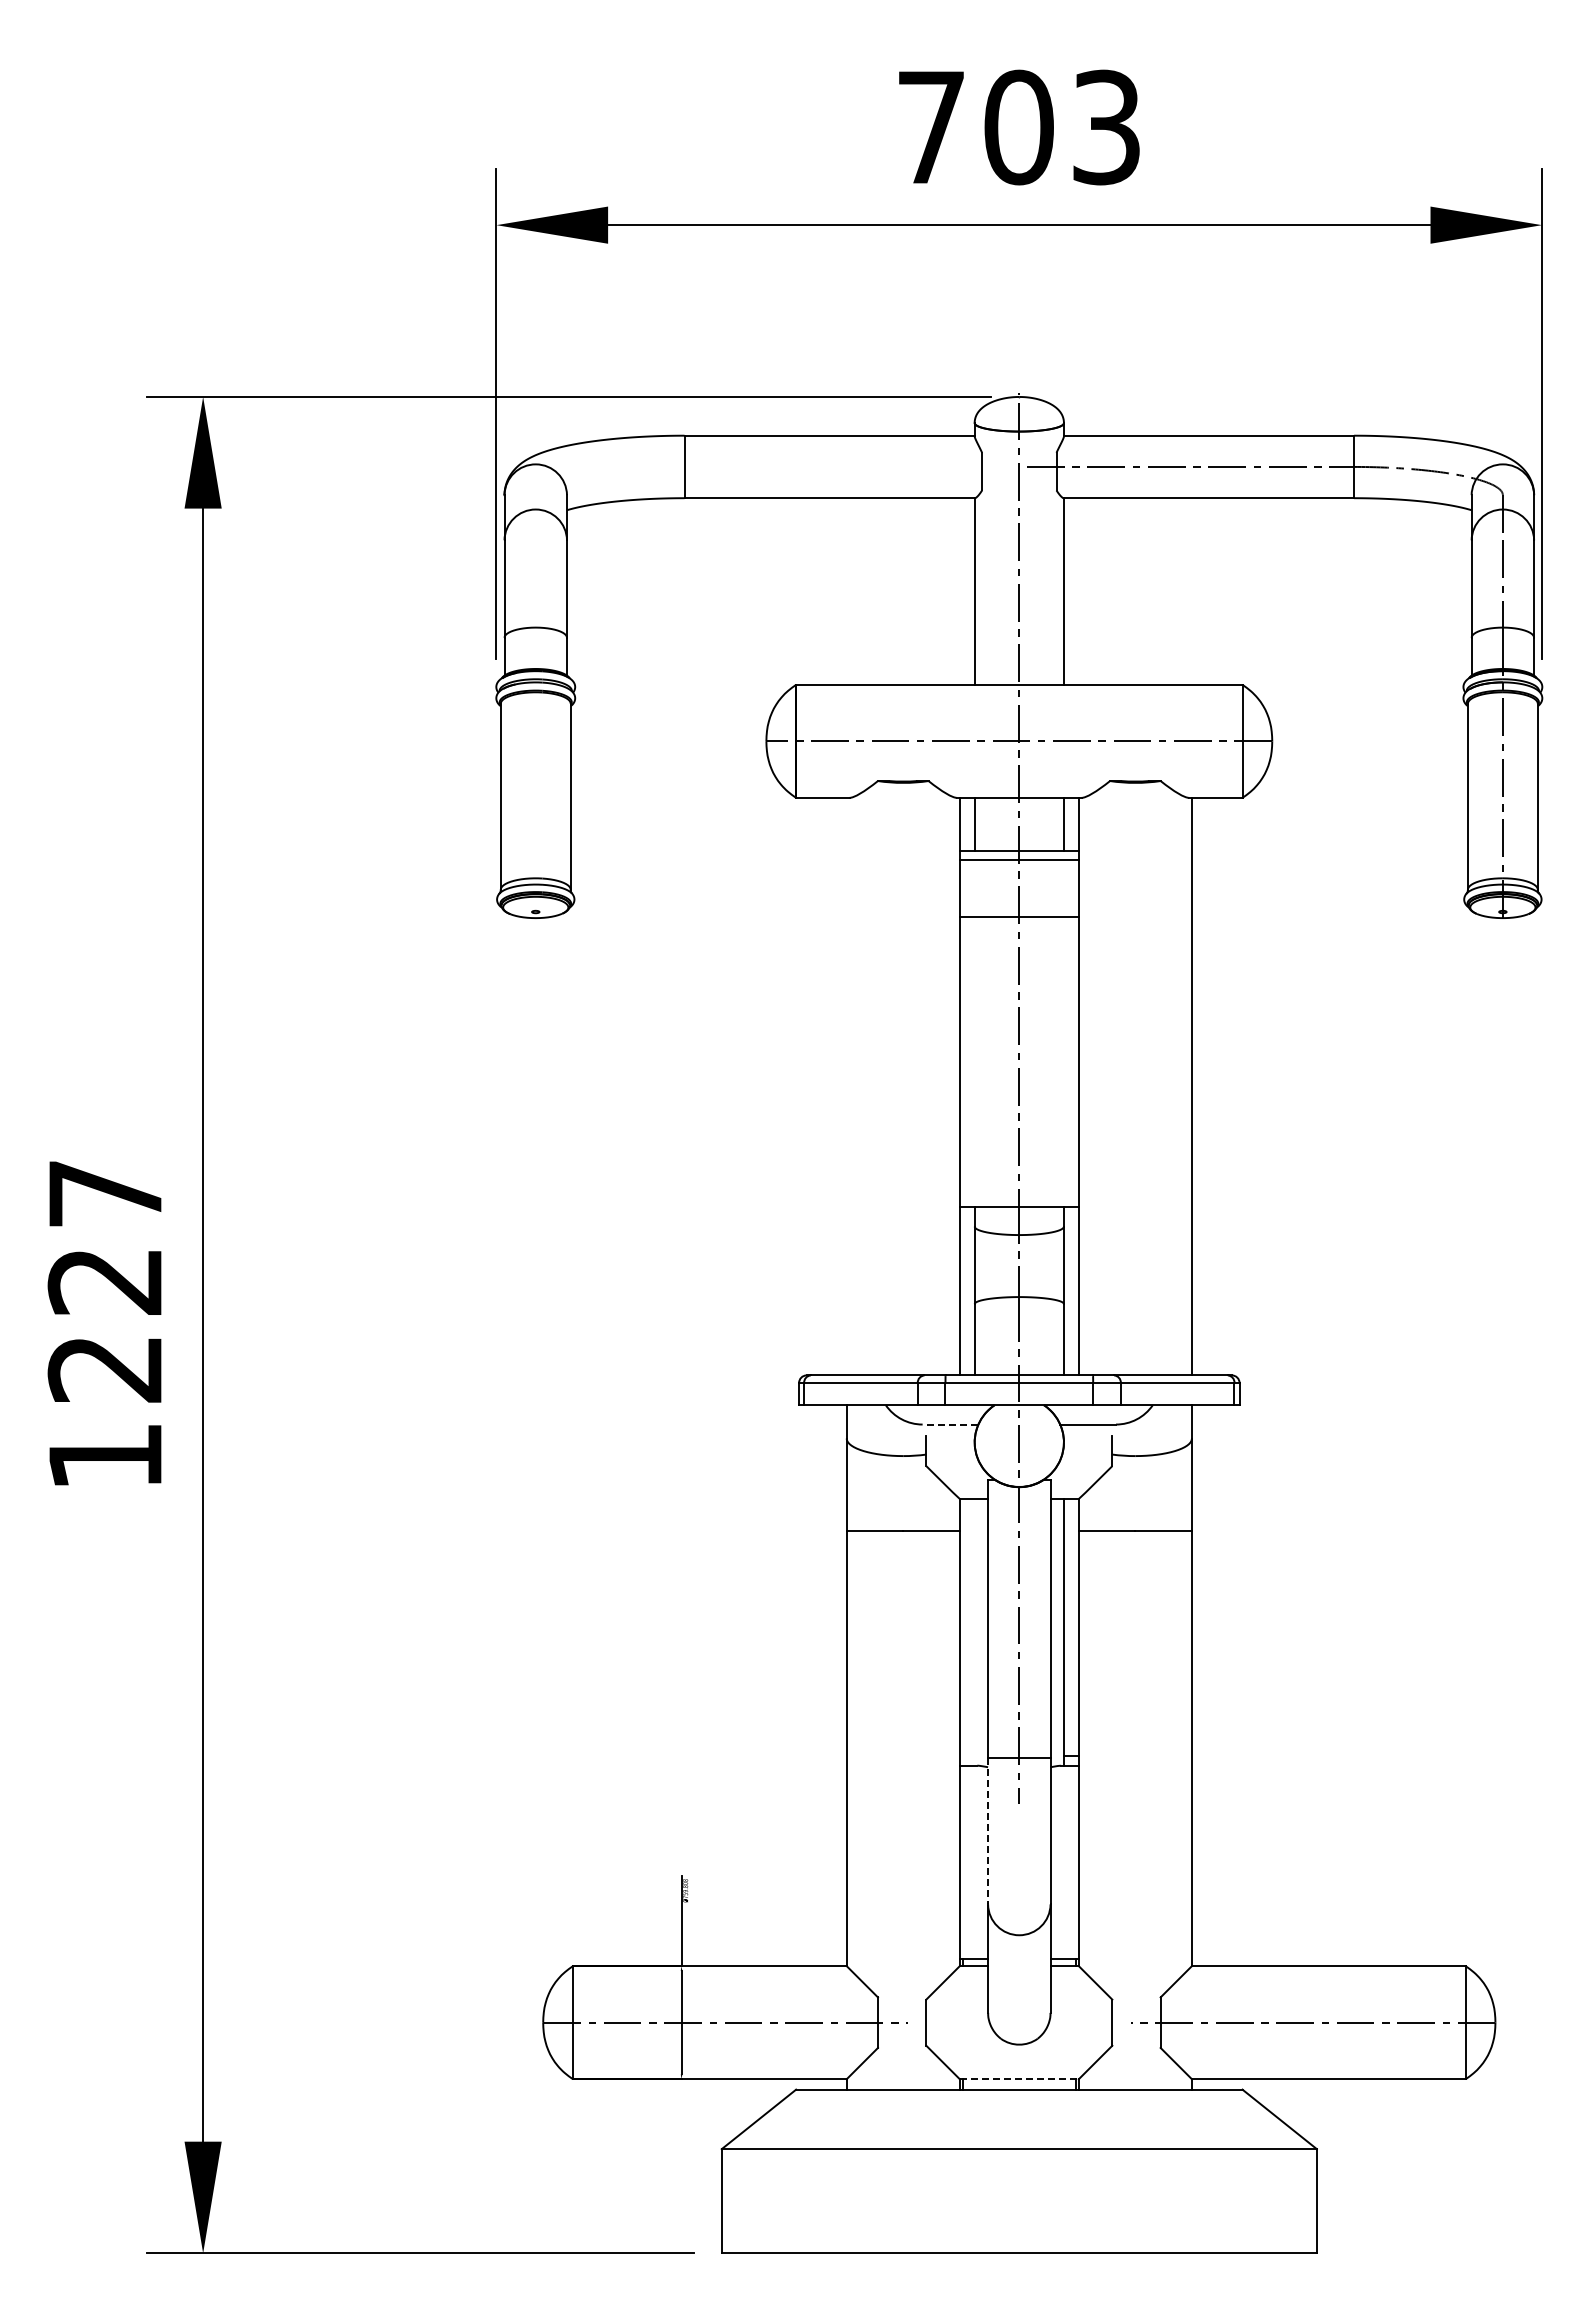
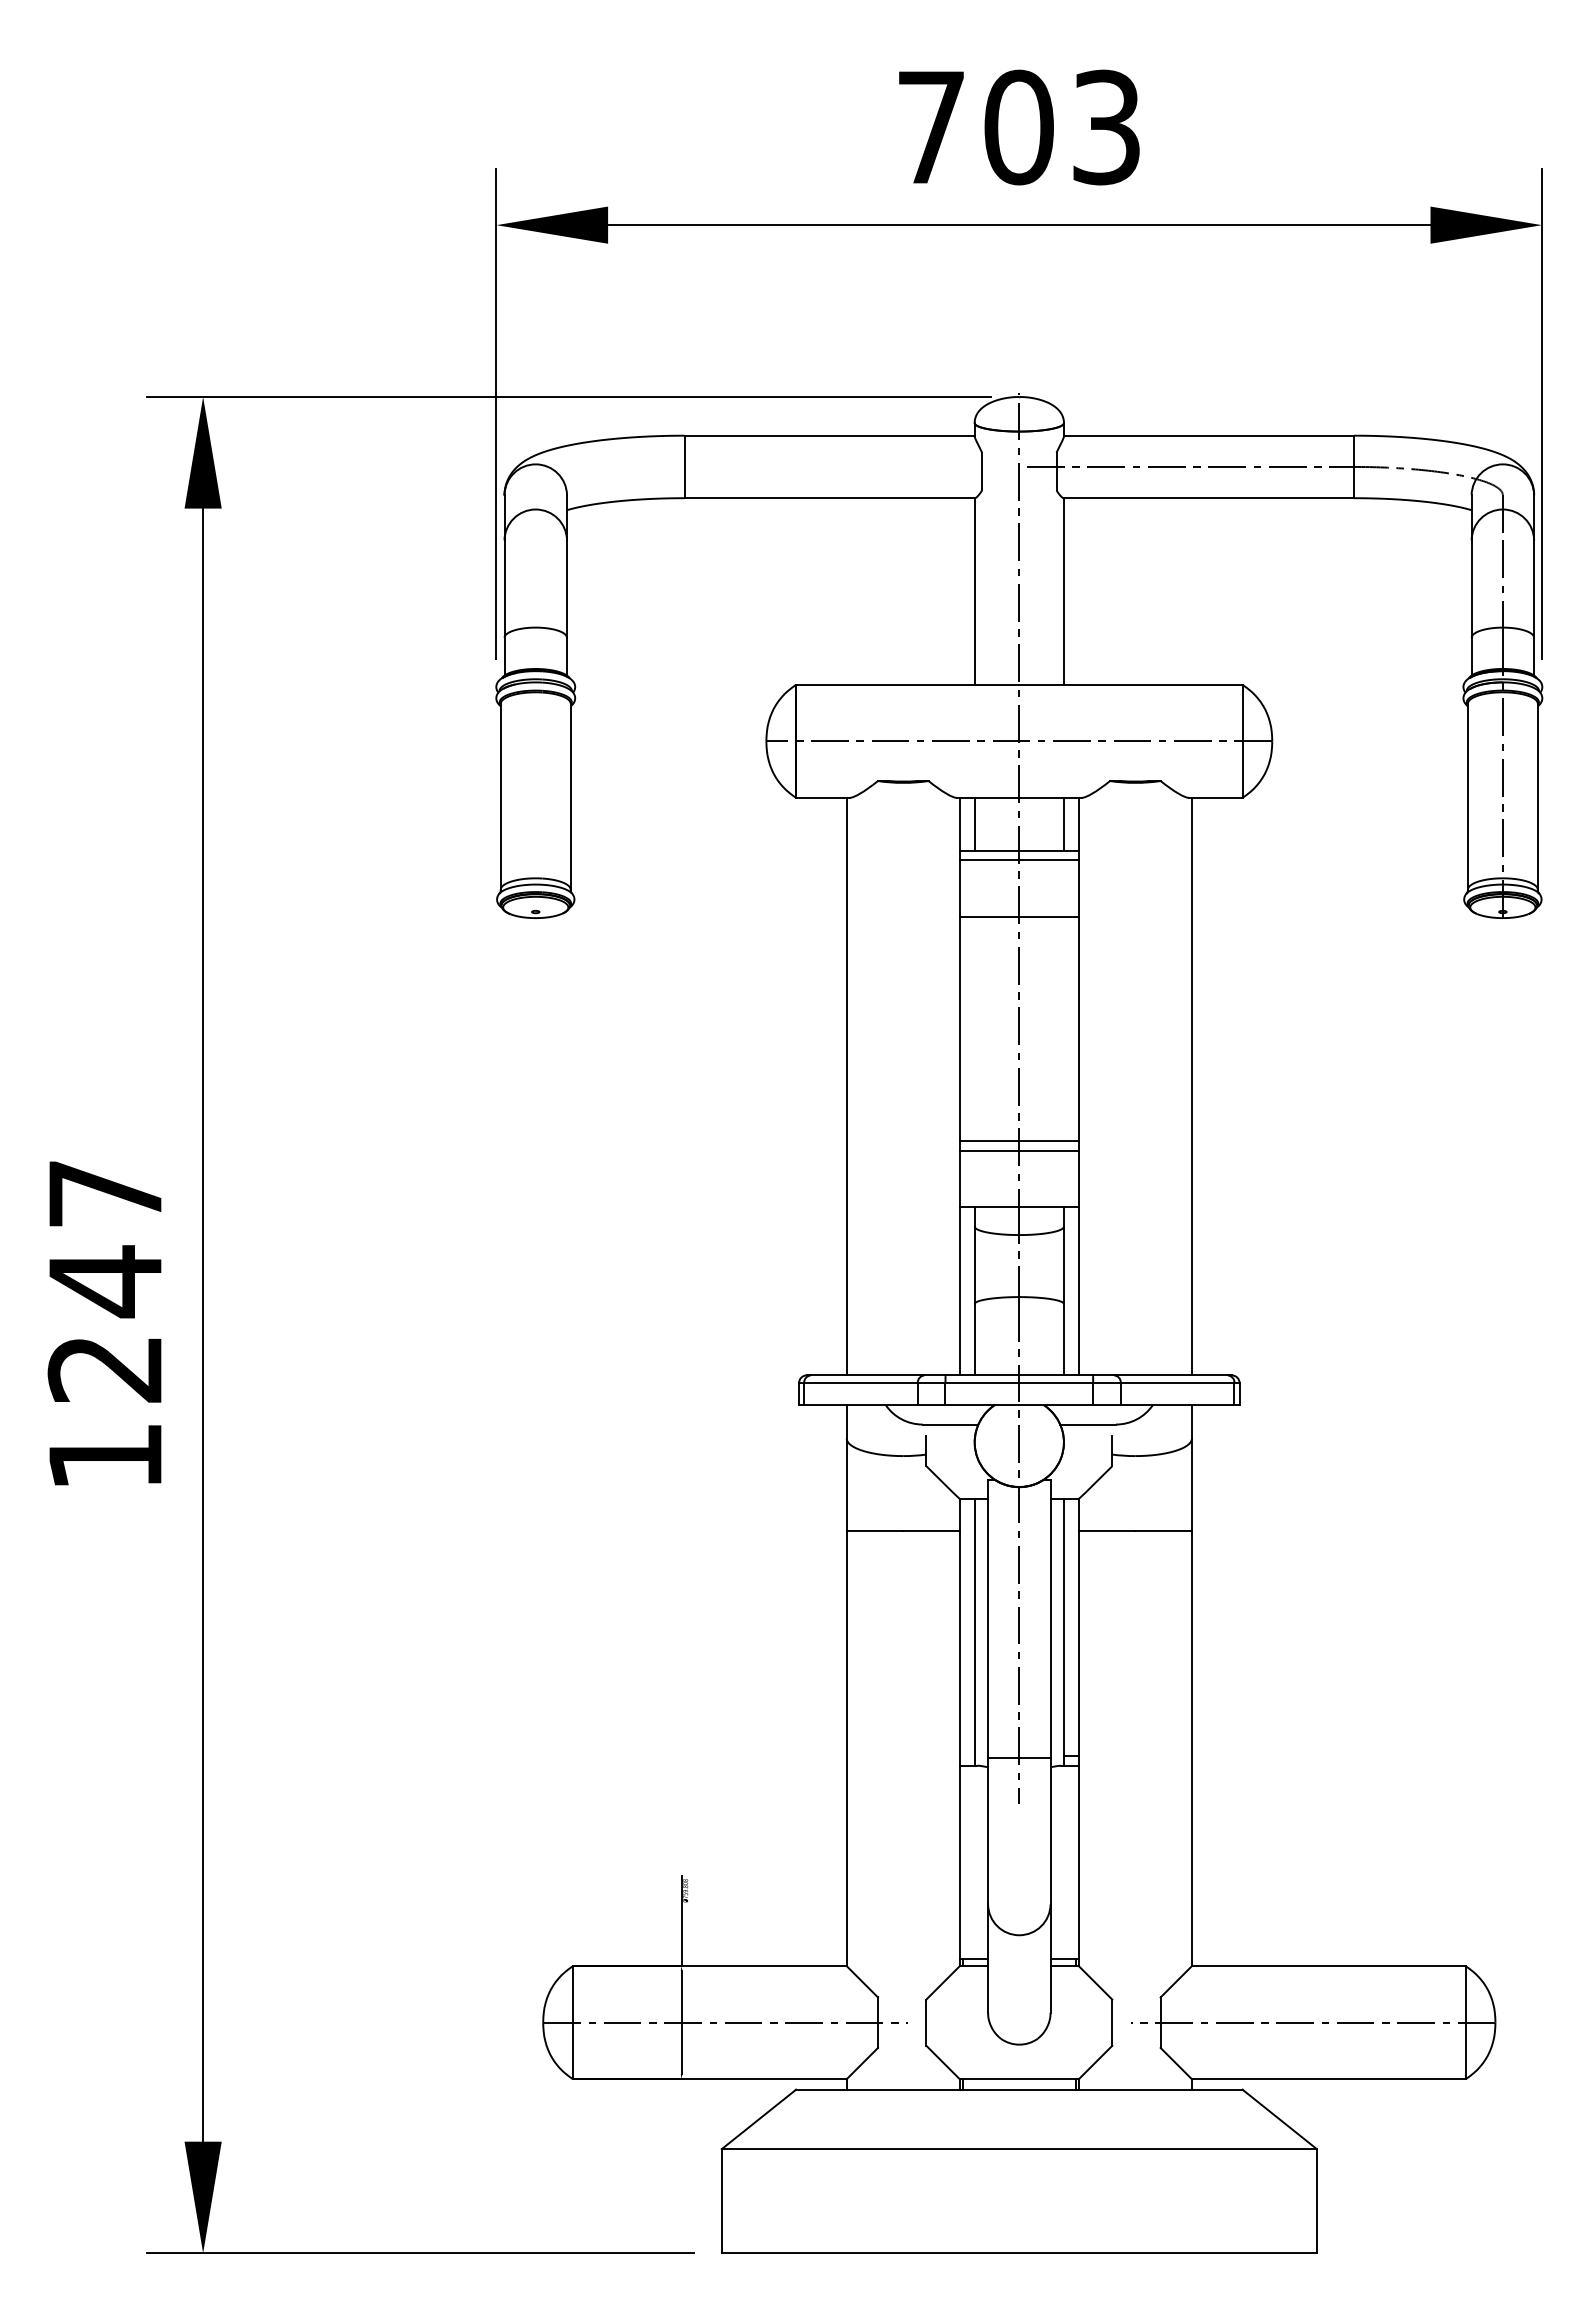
line at (846, 1086): none -> present
line at (1018, 1141): none -> present
line at (1018, 1150): none -> present
text at (104, 1281): 1227 -> 1247
line at (950, 1424): dashed -> solid
line at (974, 1631): none -> present
line at (988, 1831): dashed -> solid
line at (1019, 2079): dashed -> solid
